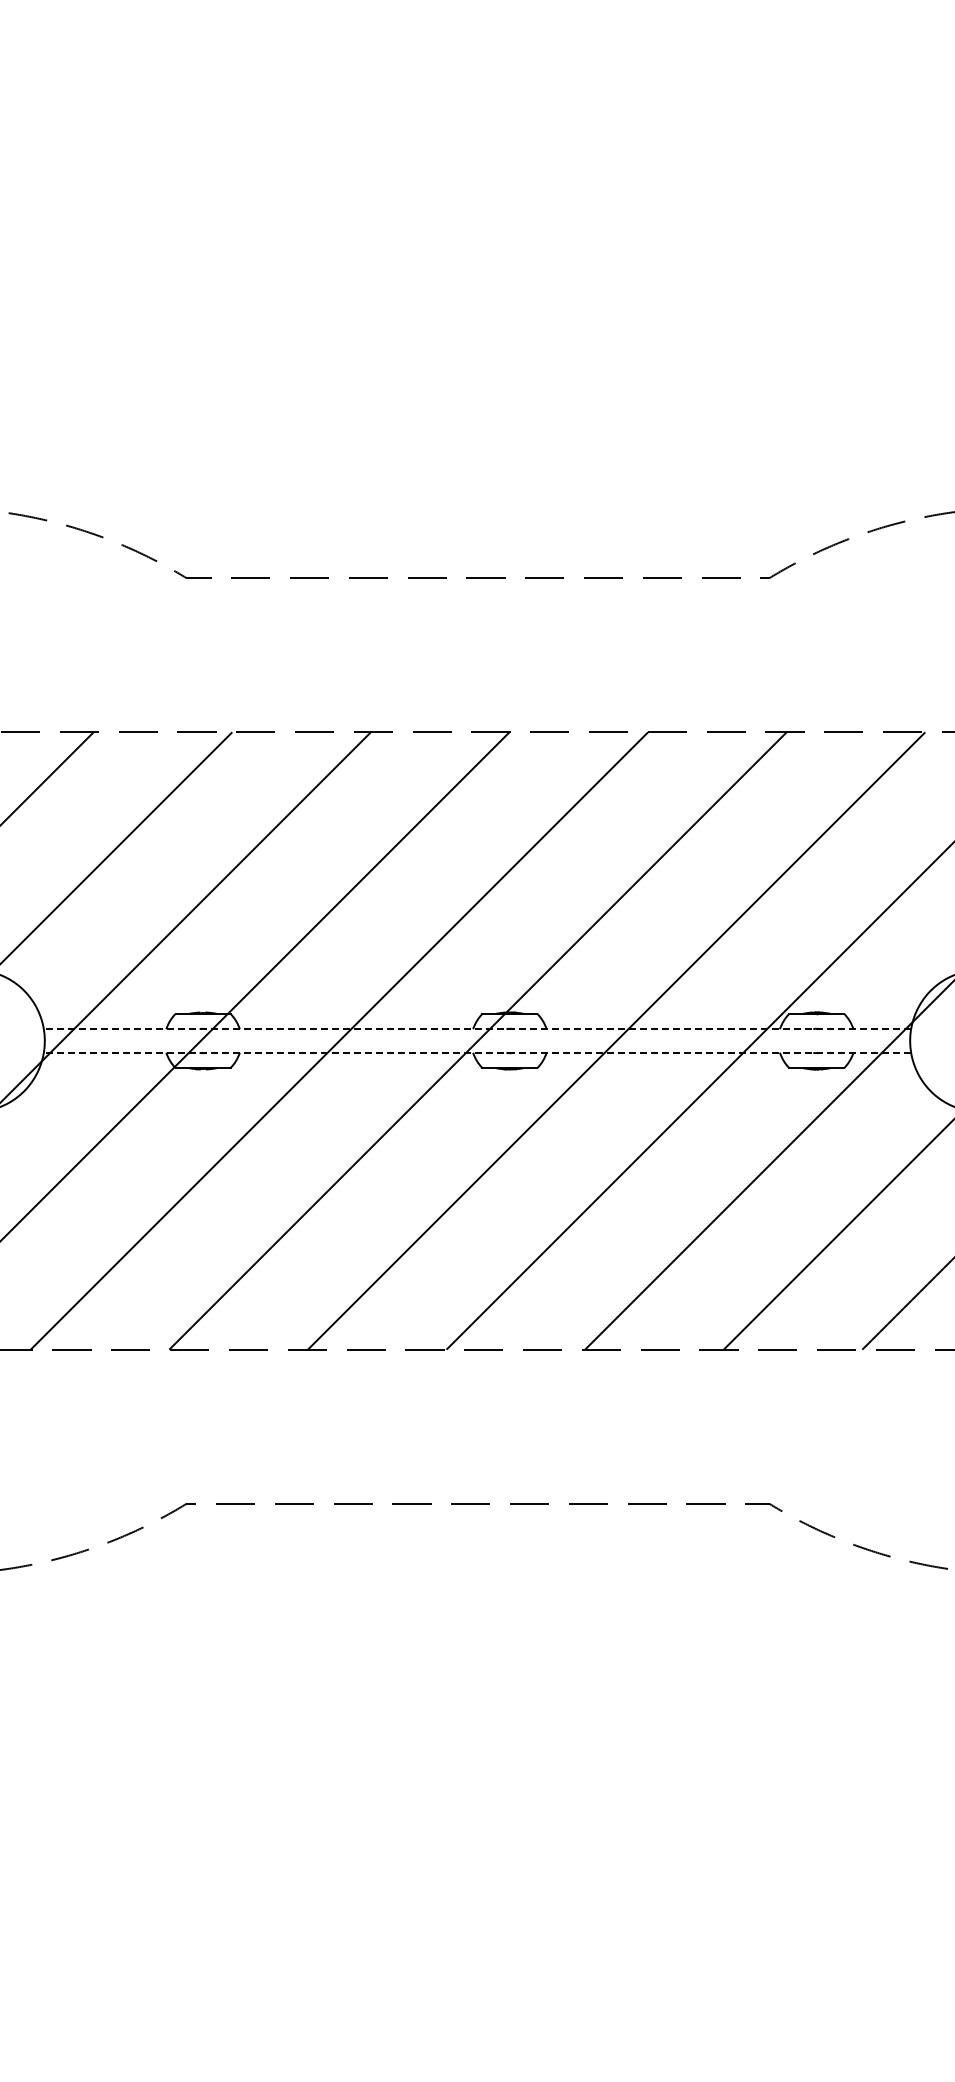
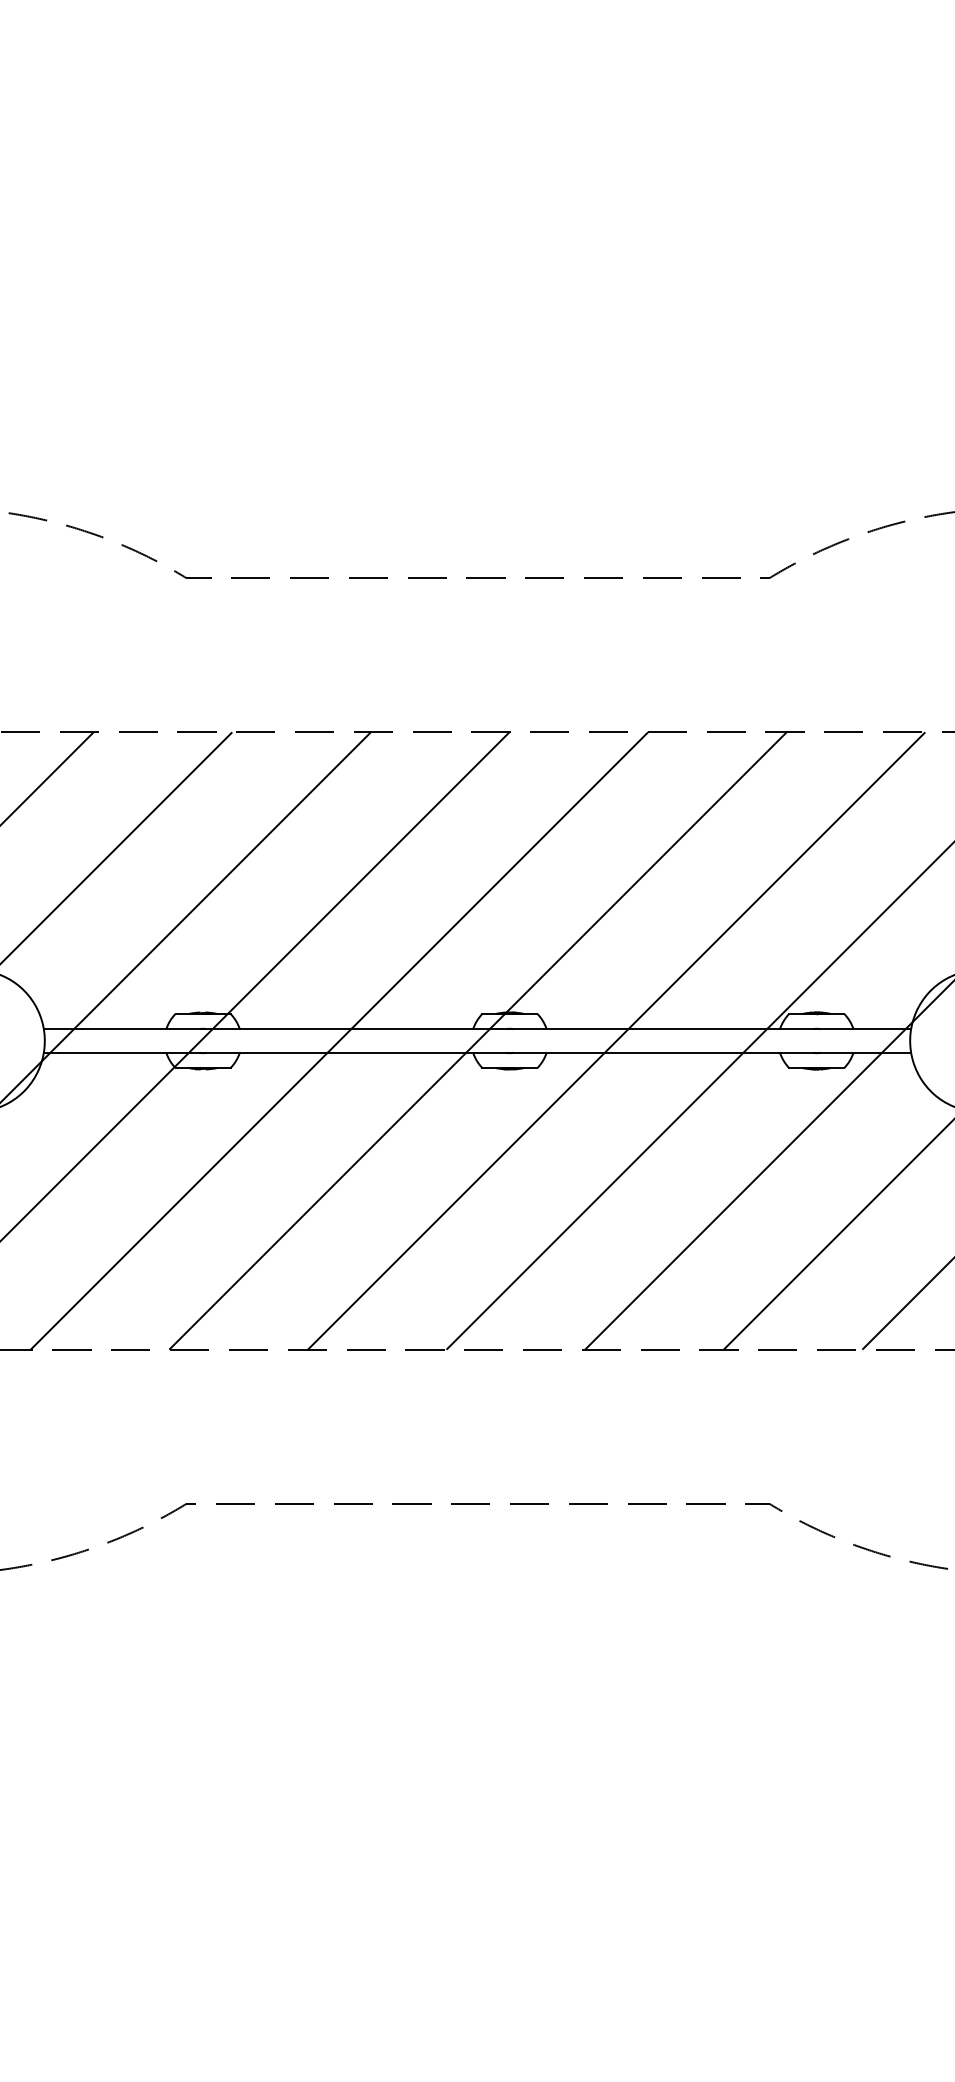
line at (477, 1029): dashed -> solid
line at (477, 1052): dashed -> solid
